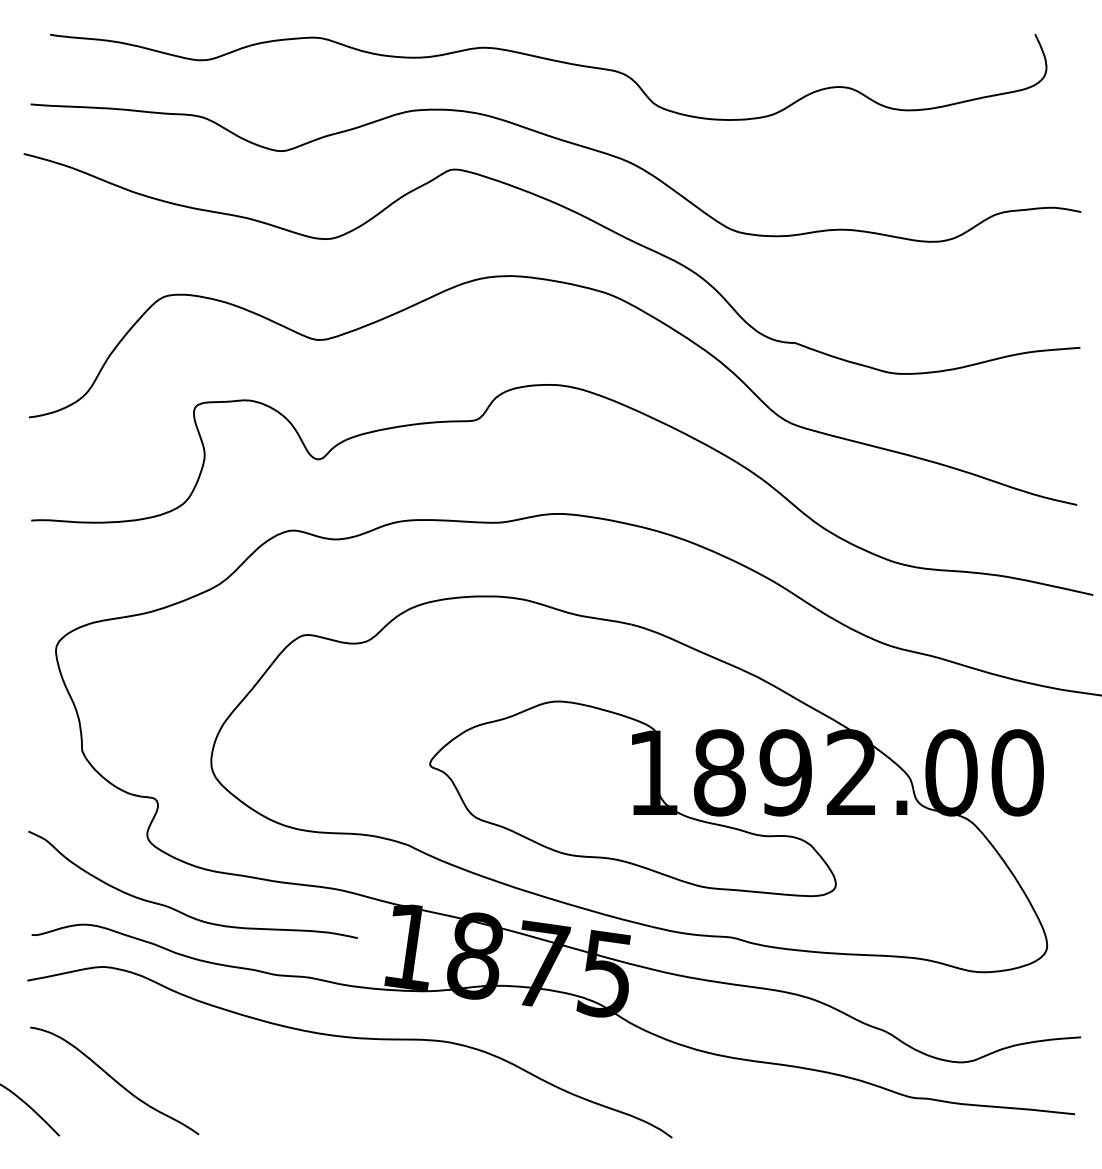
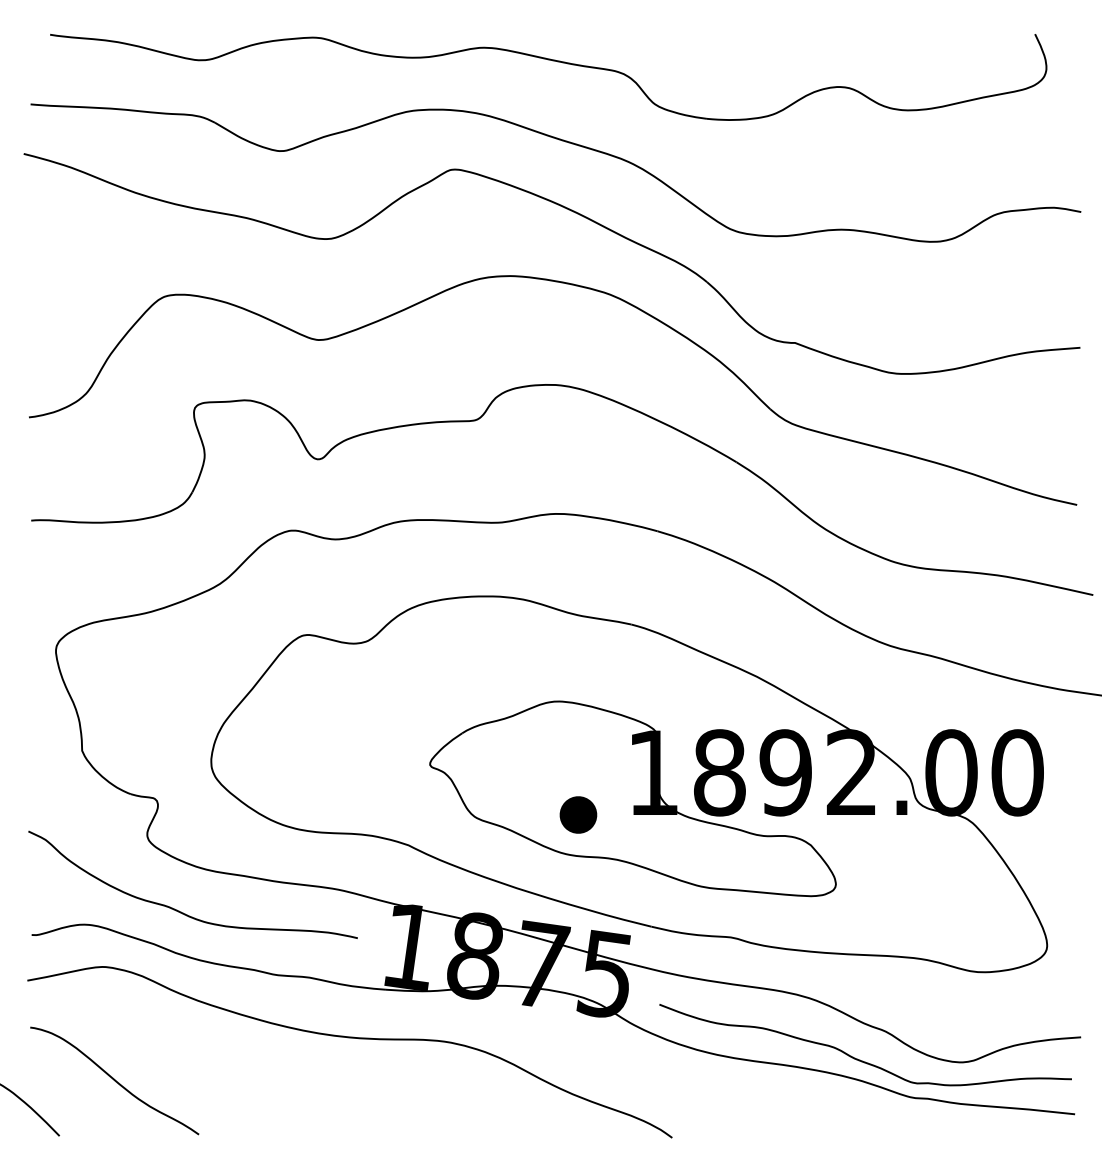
part at (578, 814): none -> present
curve at (860, 1059): none -> present
